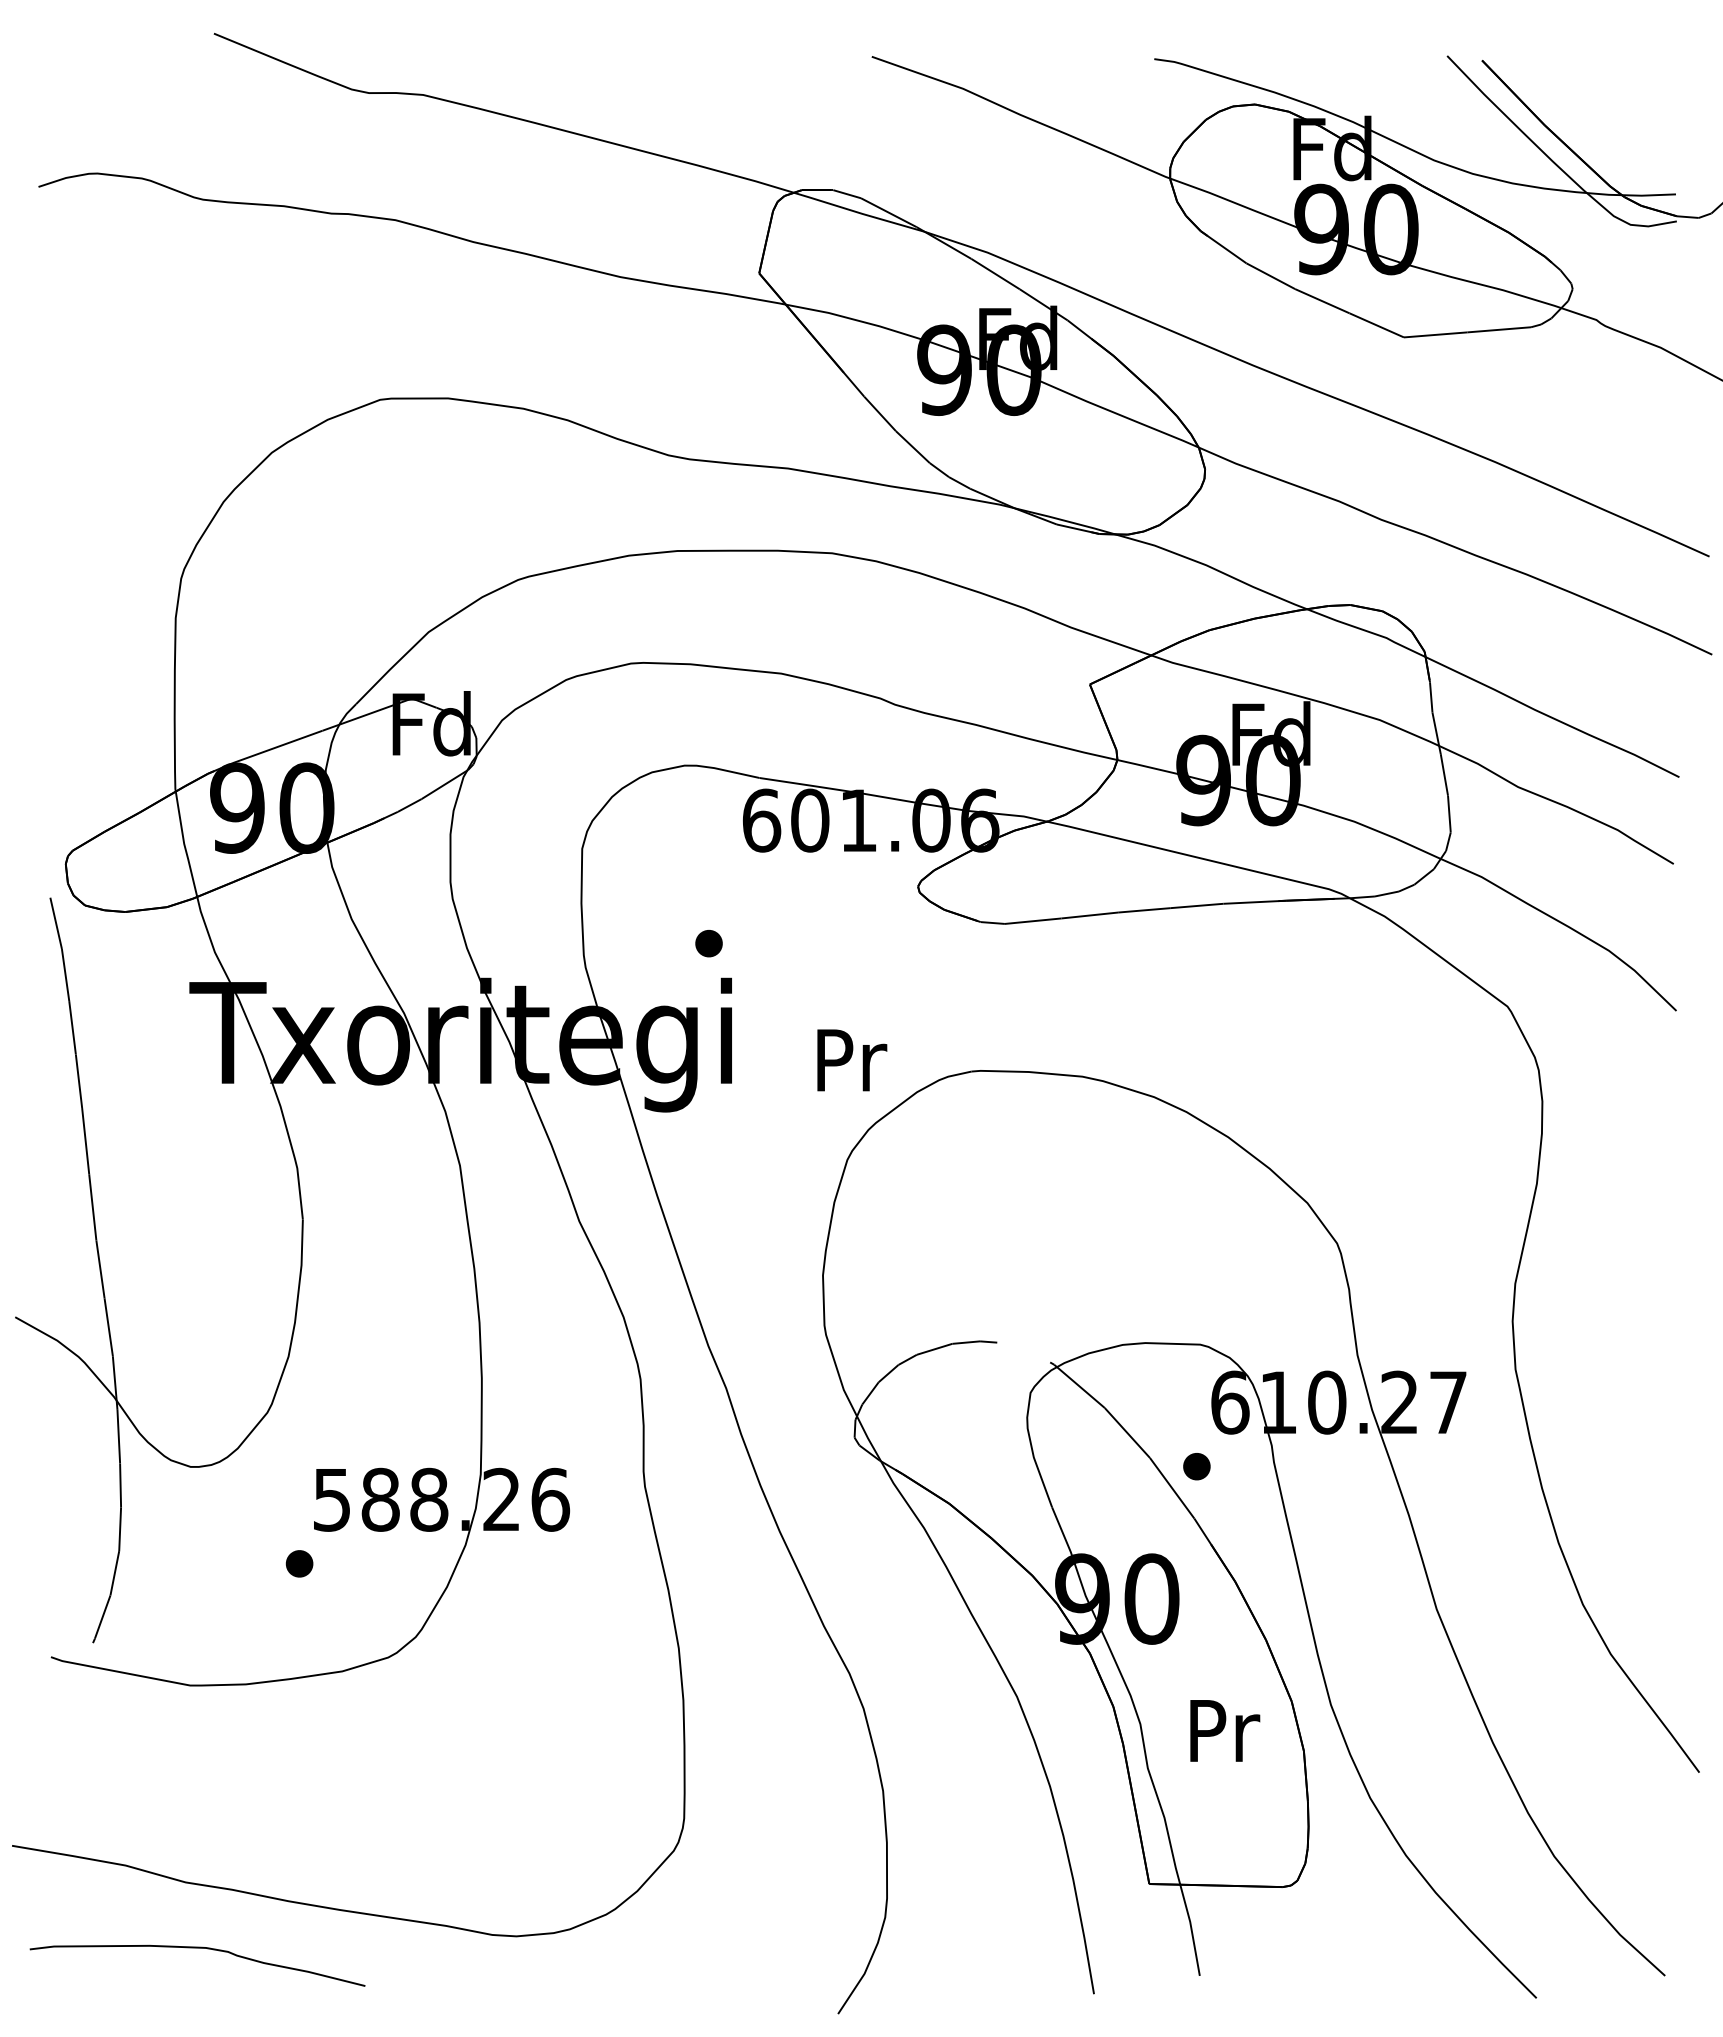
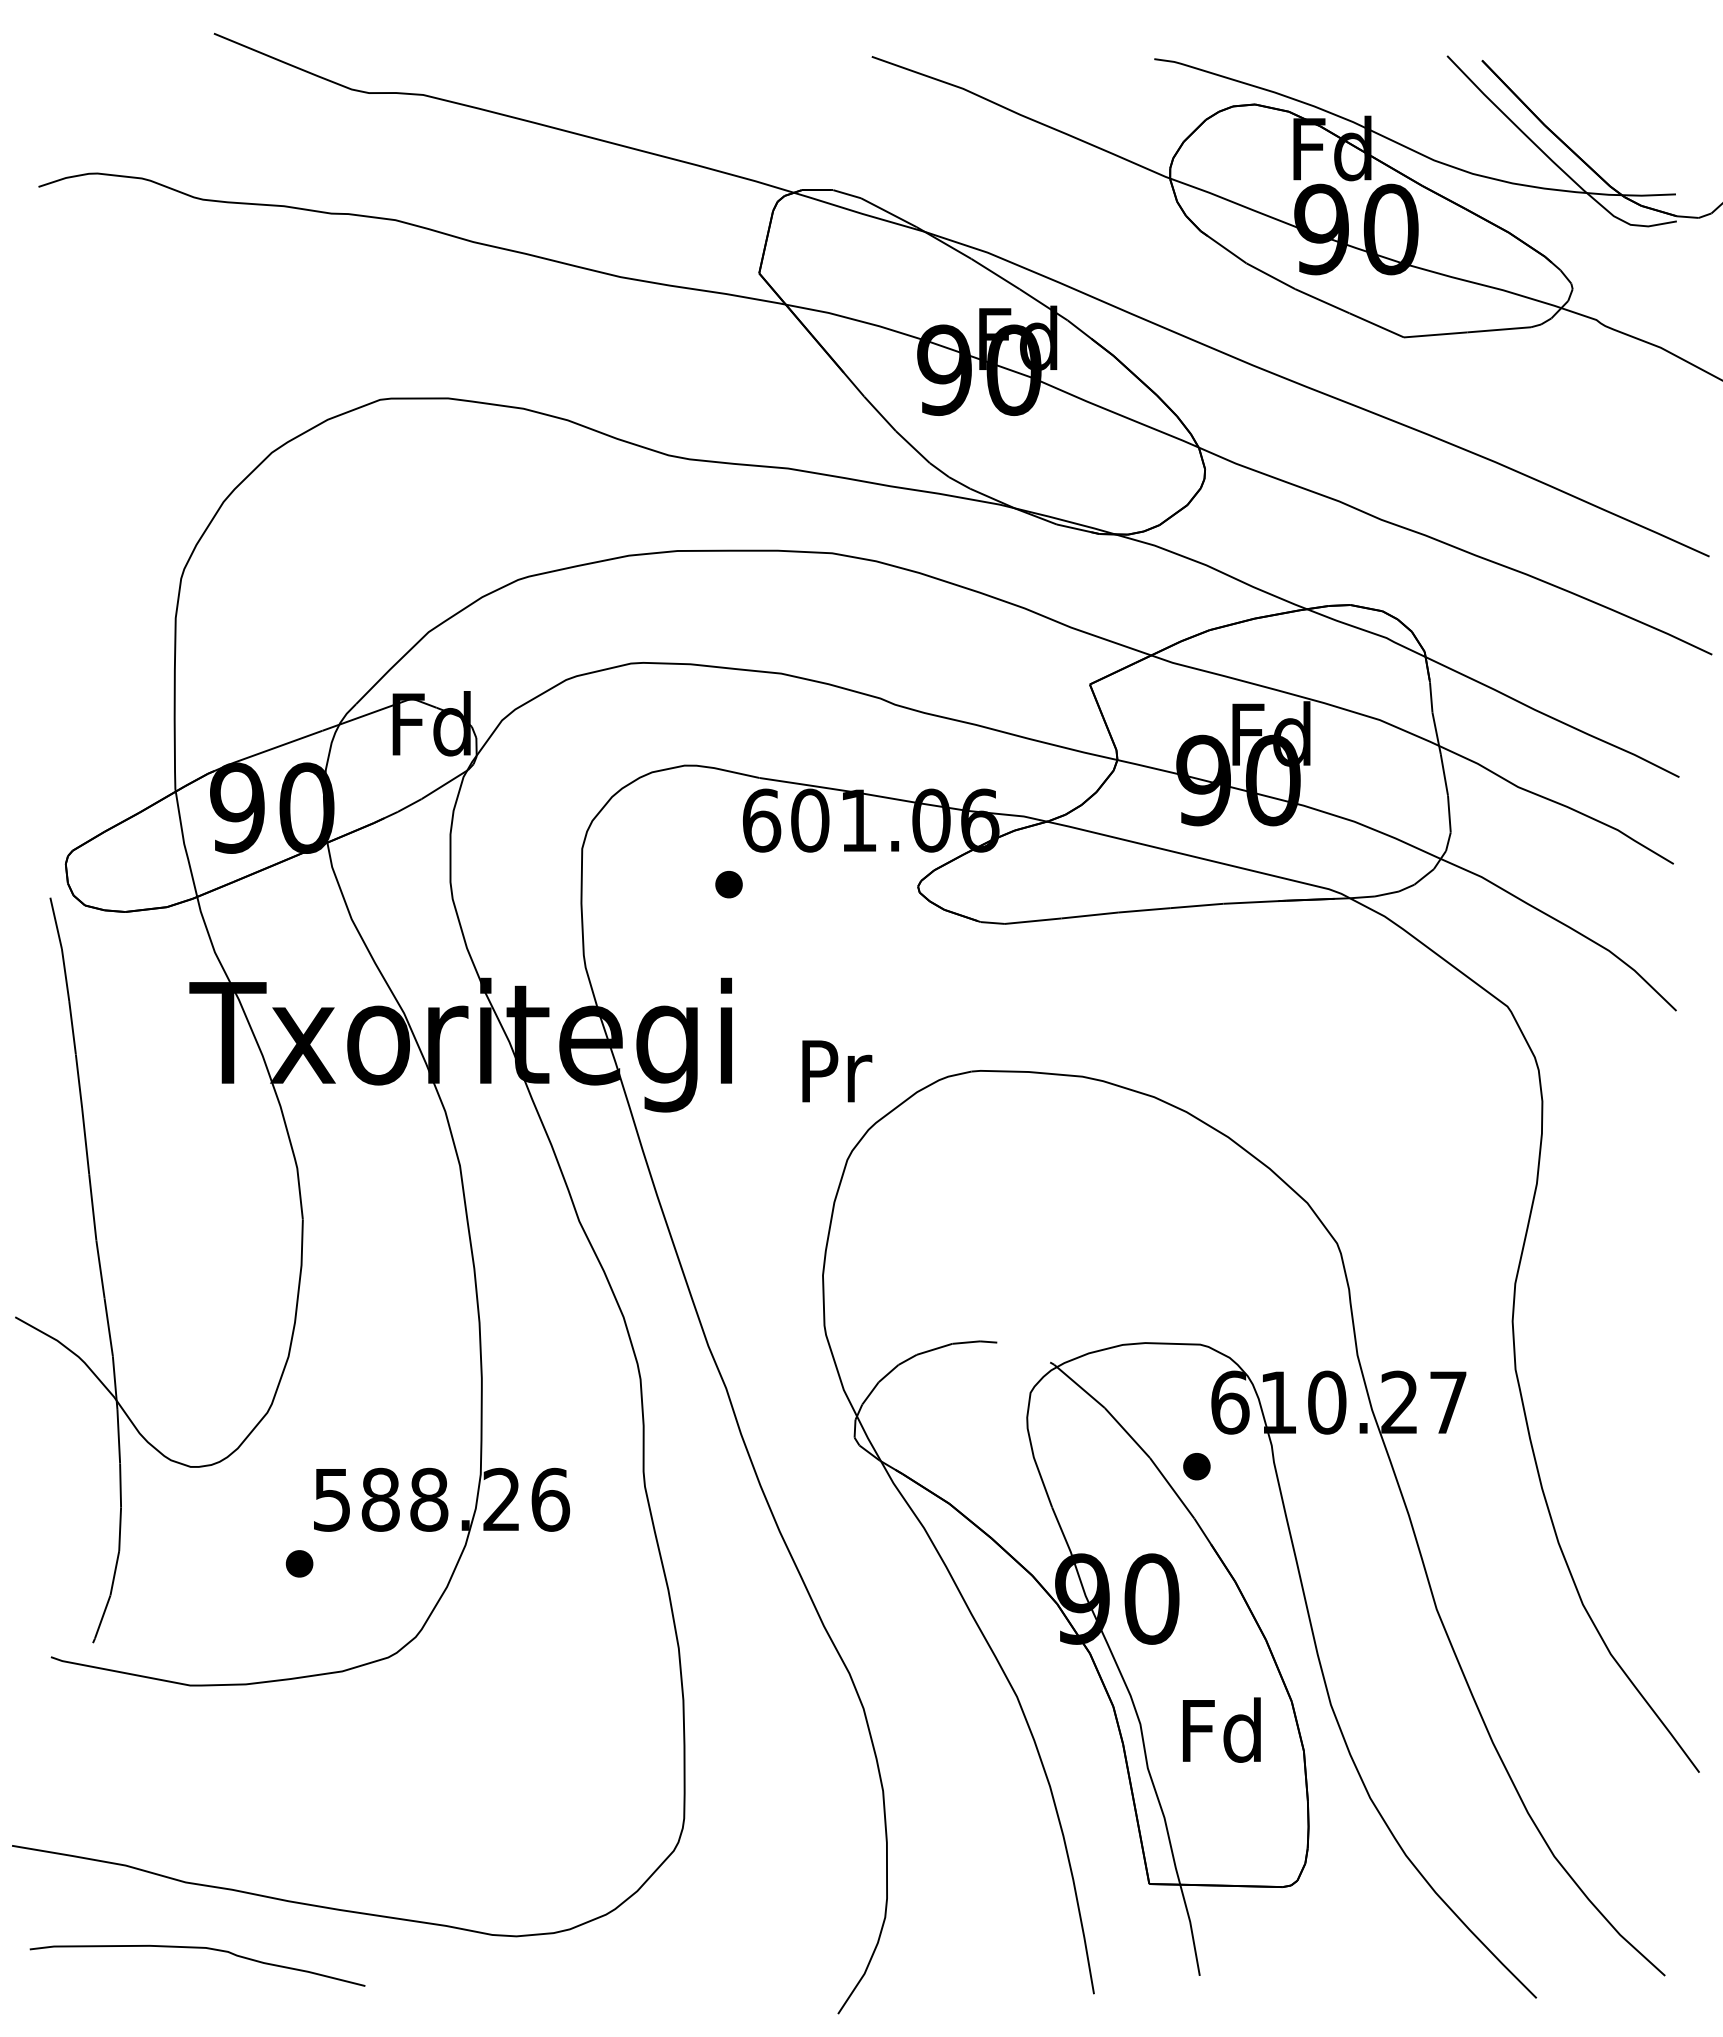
part at (708, 943) position: (708, 943) -> (728, 884)
text at (852, 1060) position: (852, 1060) -> (837, 1071)
text at (1221, 1729): Pr -> Fd
